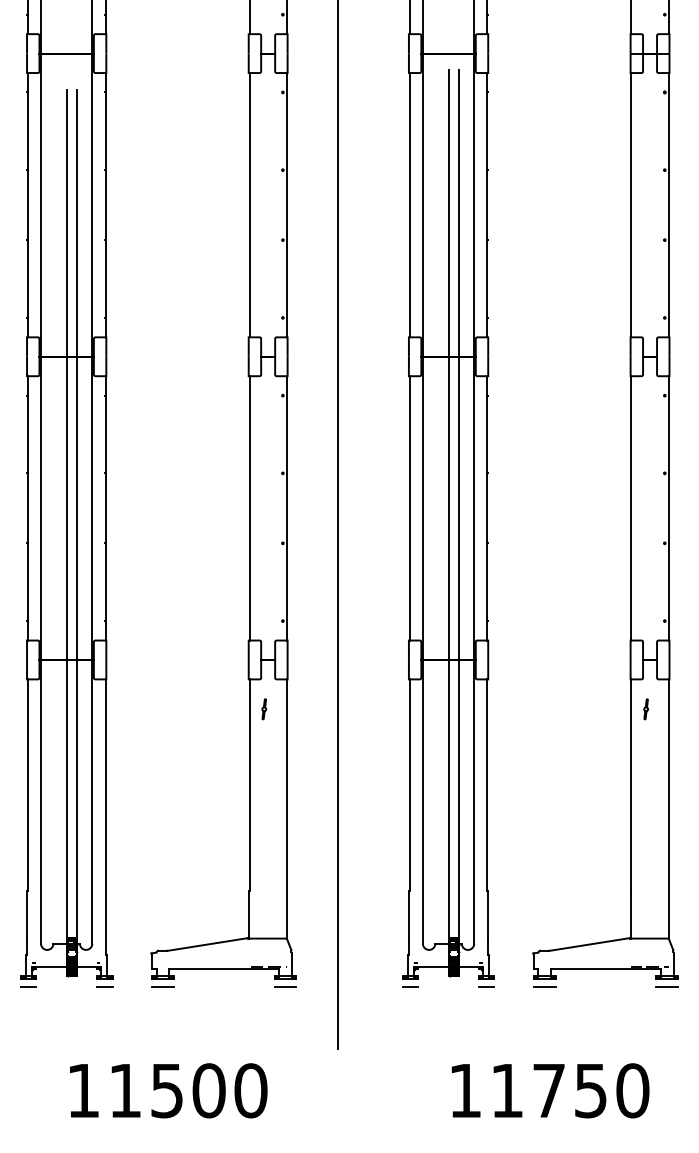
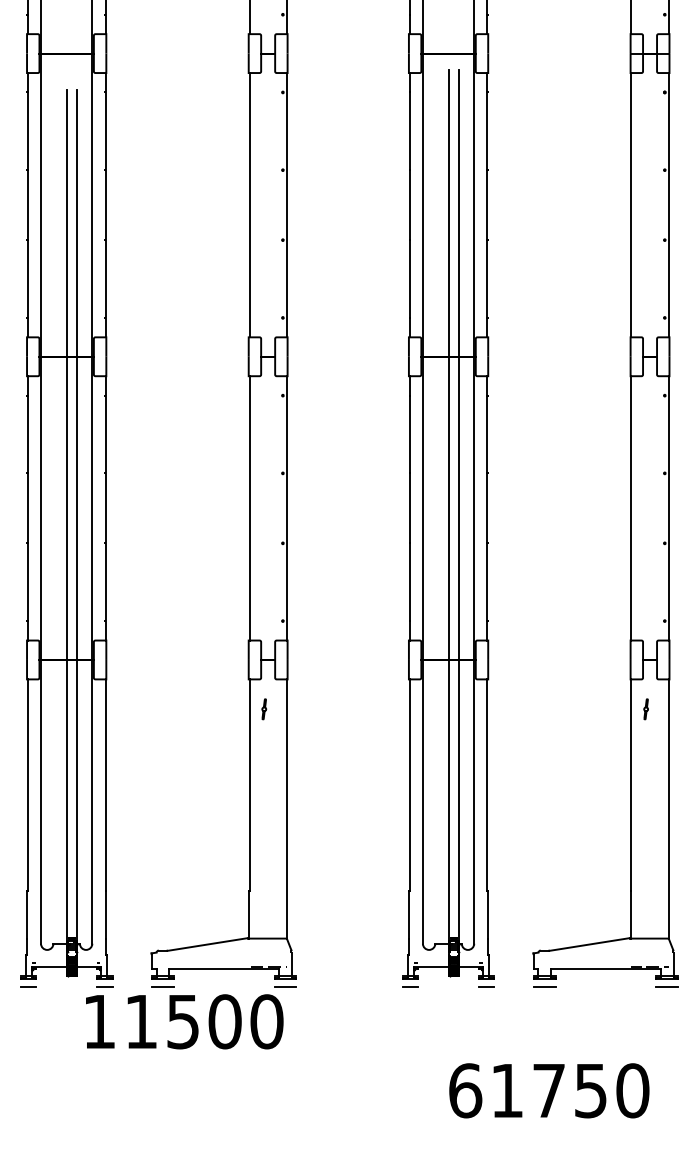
line at (337, 525): present -> none
text at (168, 1090) position: (168, 1090) -> (184, 1021)
text at (465, 1090): 11750 -> 61750
